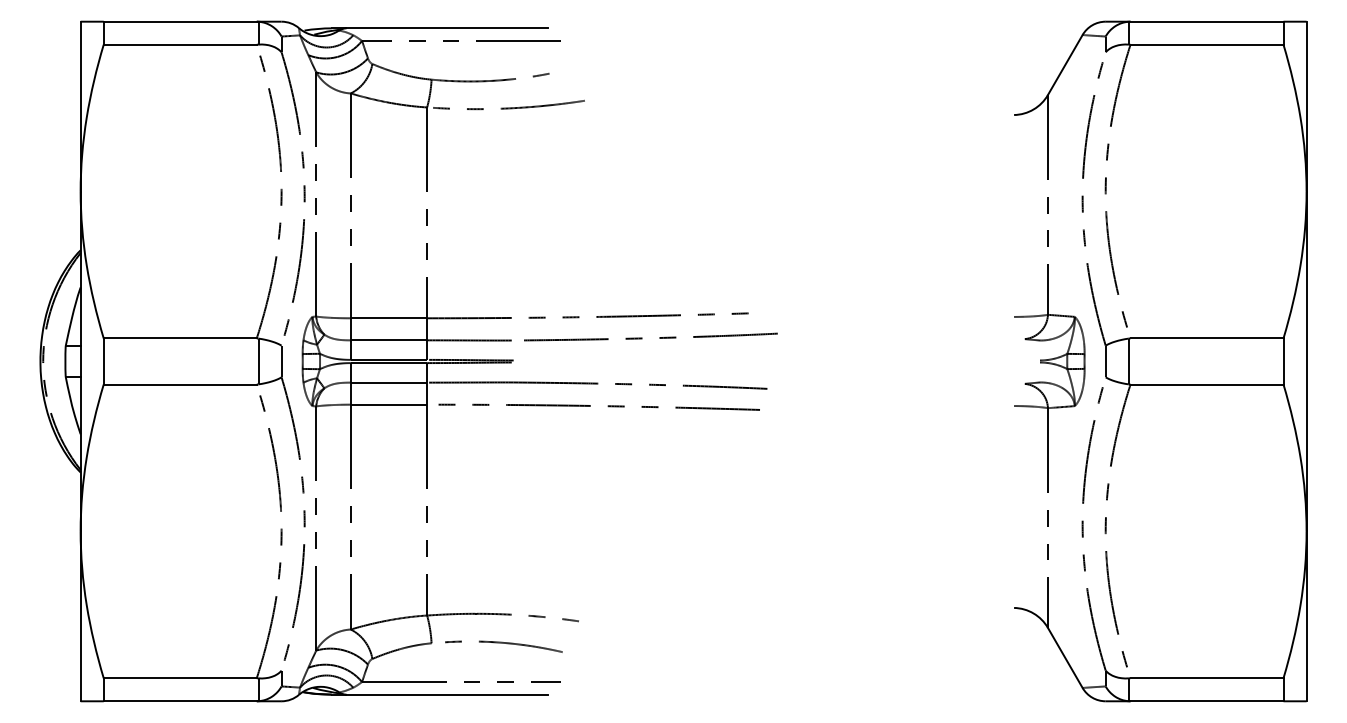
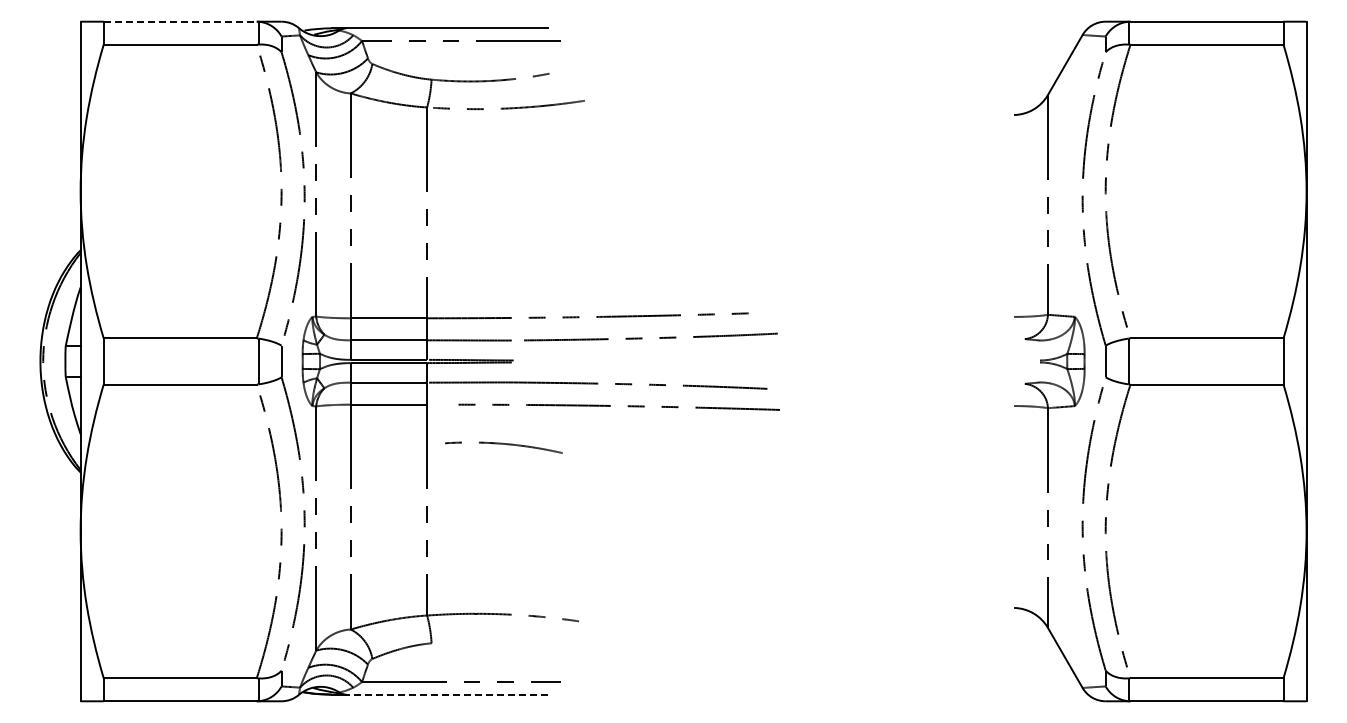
line at (180, 21): solid -> dashed
curve at (590, 406) position: (590, 406) -> (610, 406)
curve at (503, 643) position: (503, 643) -> (503, 444)
line at (447, 694): solid -> dashed
